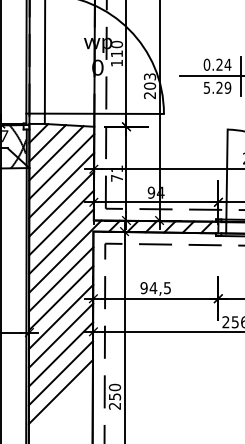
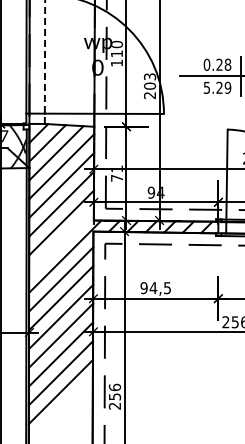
line at (45, 62): solid -> dashed
text at (227, 64): 0.24 -> 0.28
line at (61, 241): present -> none
text at (114, 386): 250 -> 256
